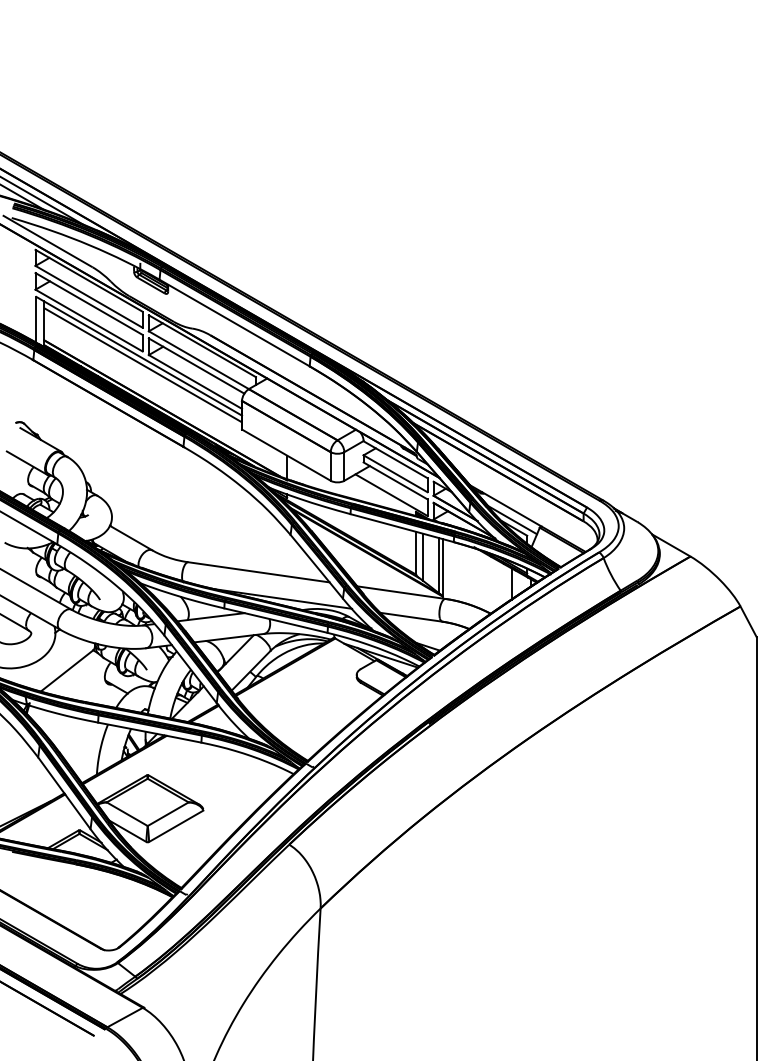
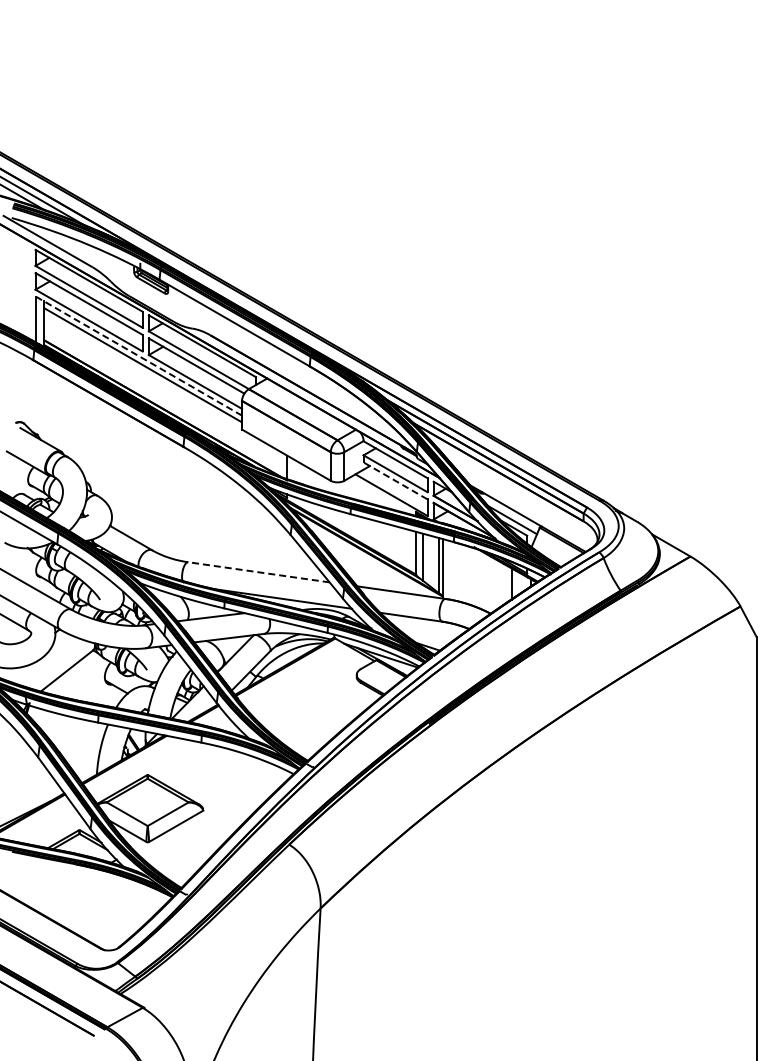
line at (139, 356): solid -> dashed
line at (395, 480): solid -> dashed
line at (258, 572): solid -> dashed
